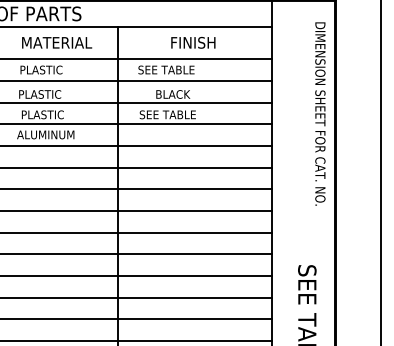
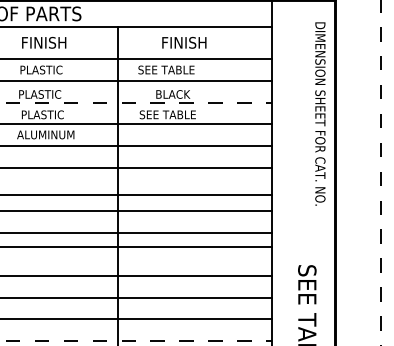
text at (57, 42): MATERIAL -> FINISH
text at (193, 42) position: (193, 42) -> (184, 42)
line at (136, 102): solid -> dashed
line at (381, 172): solid -> dashed
line at (136, 189) position: (136, 189) -> (136, 195)
line at (136, 254) position: (136, 254) -> (136, 247)
line at (136, 341): solid -> dashed
